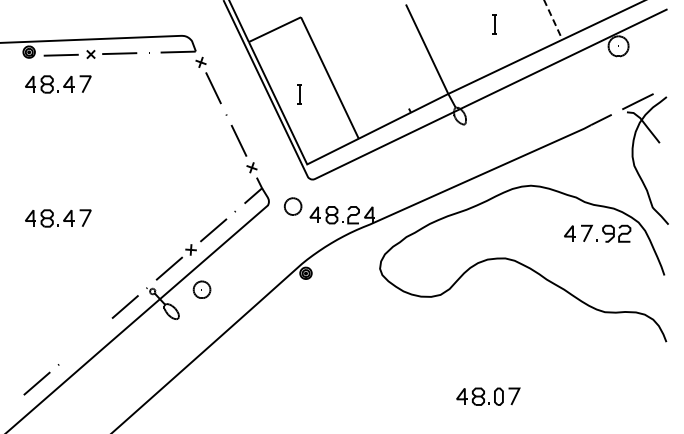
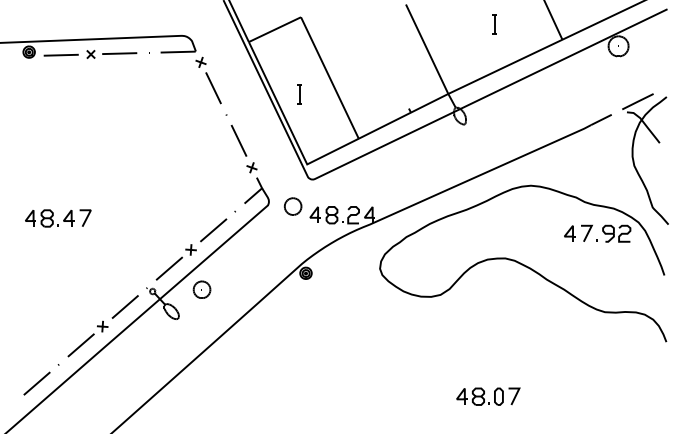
line at (553, 19): dashed -> solid
part at (58, 84): present -> none
part at (87, 338): none -> present
